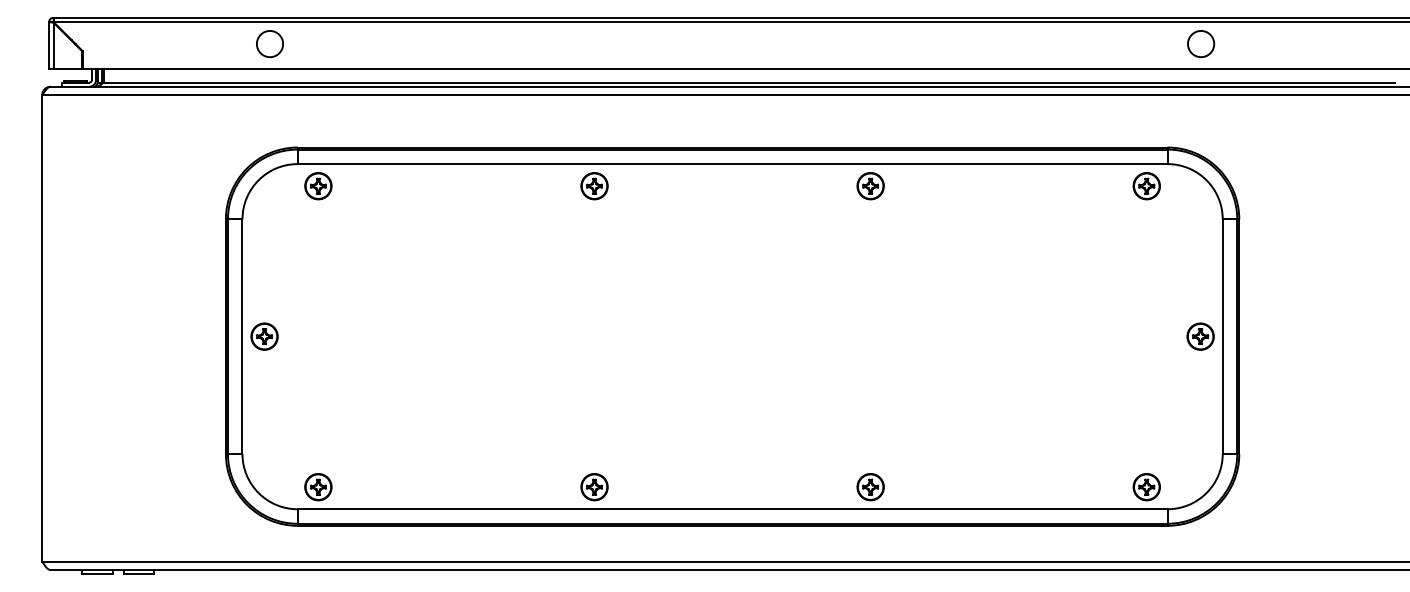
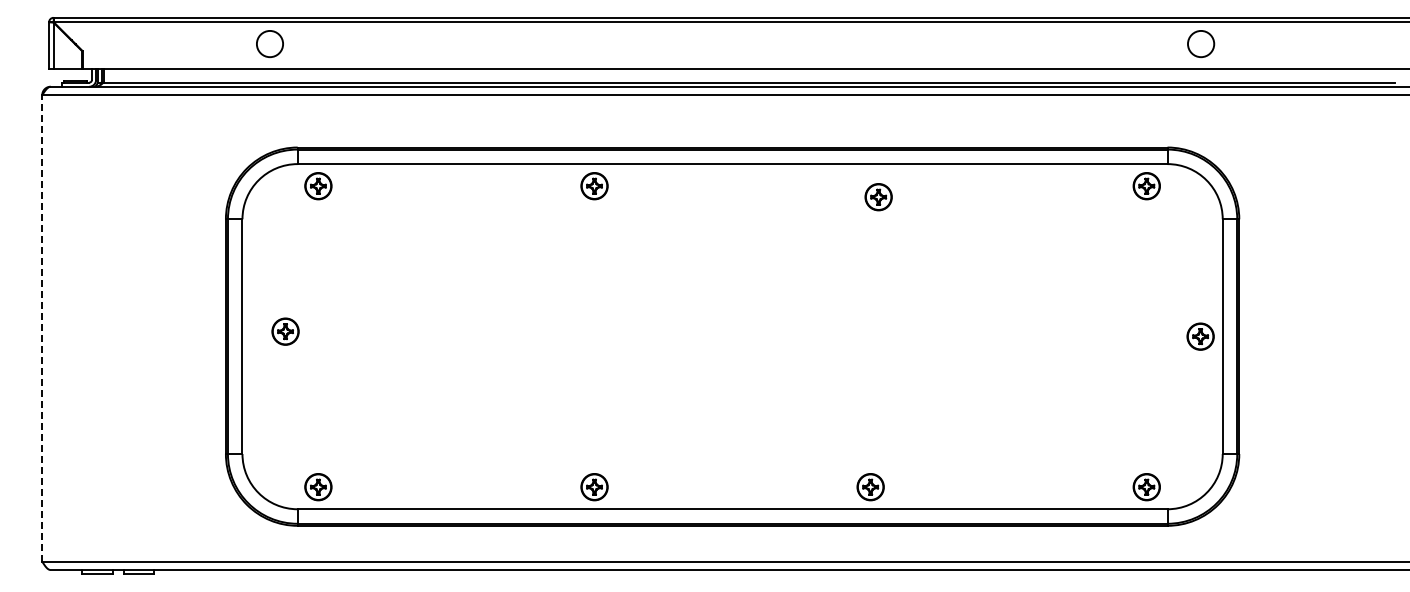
part at (870, 186) position: (870, 186) -> (878, 197)
line at (42, 327): solid -> dashed
part at (264, 336) position: (264, 336) -> (285, 331)
